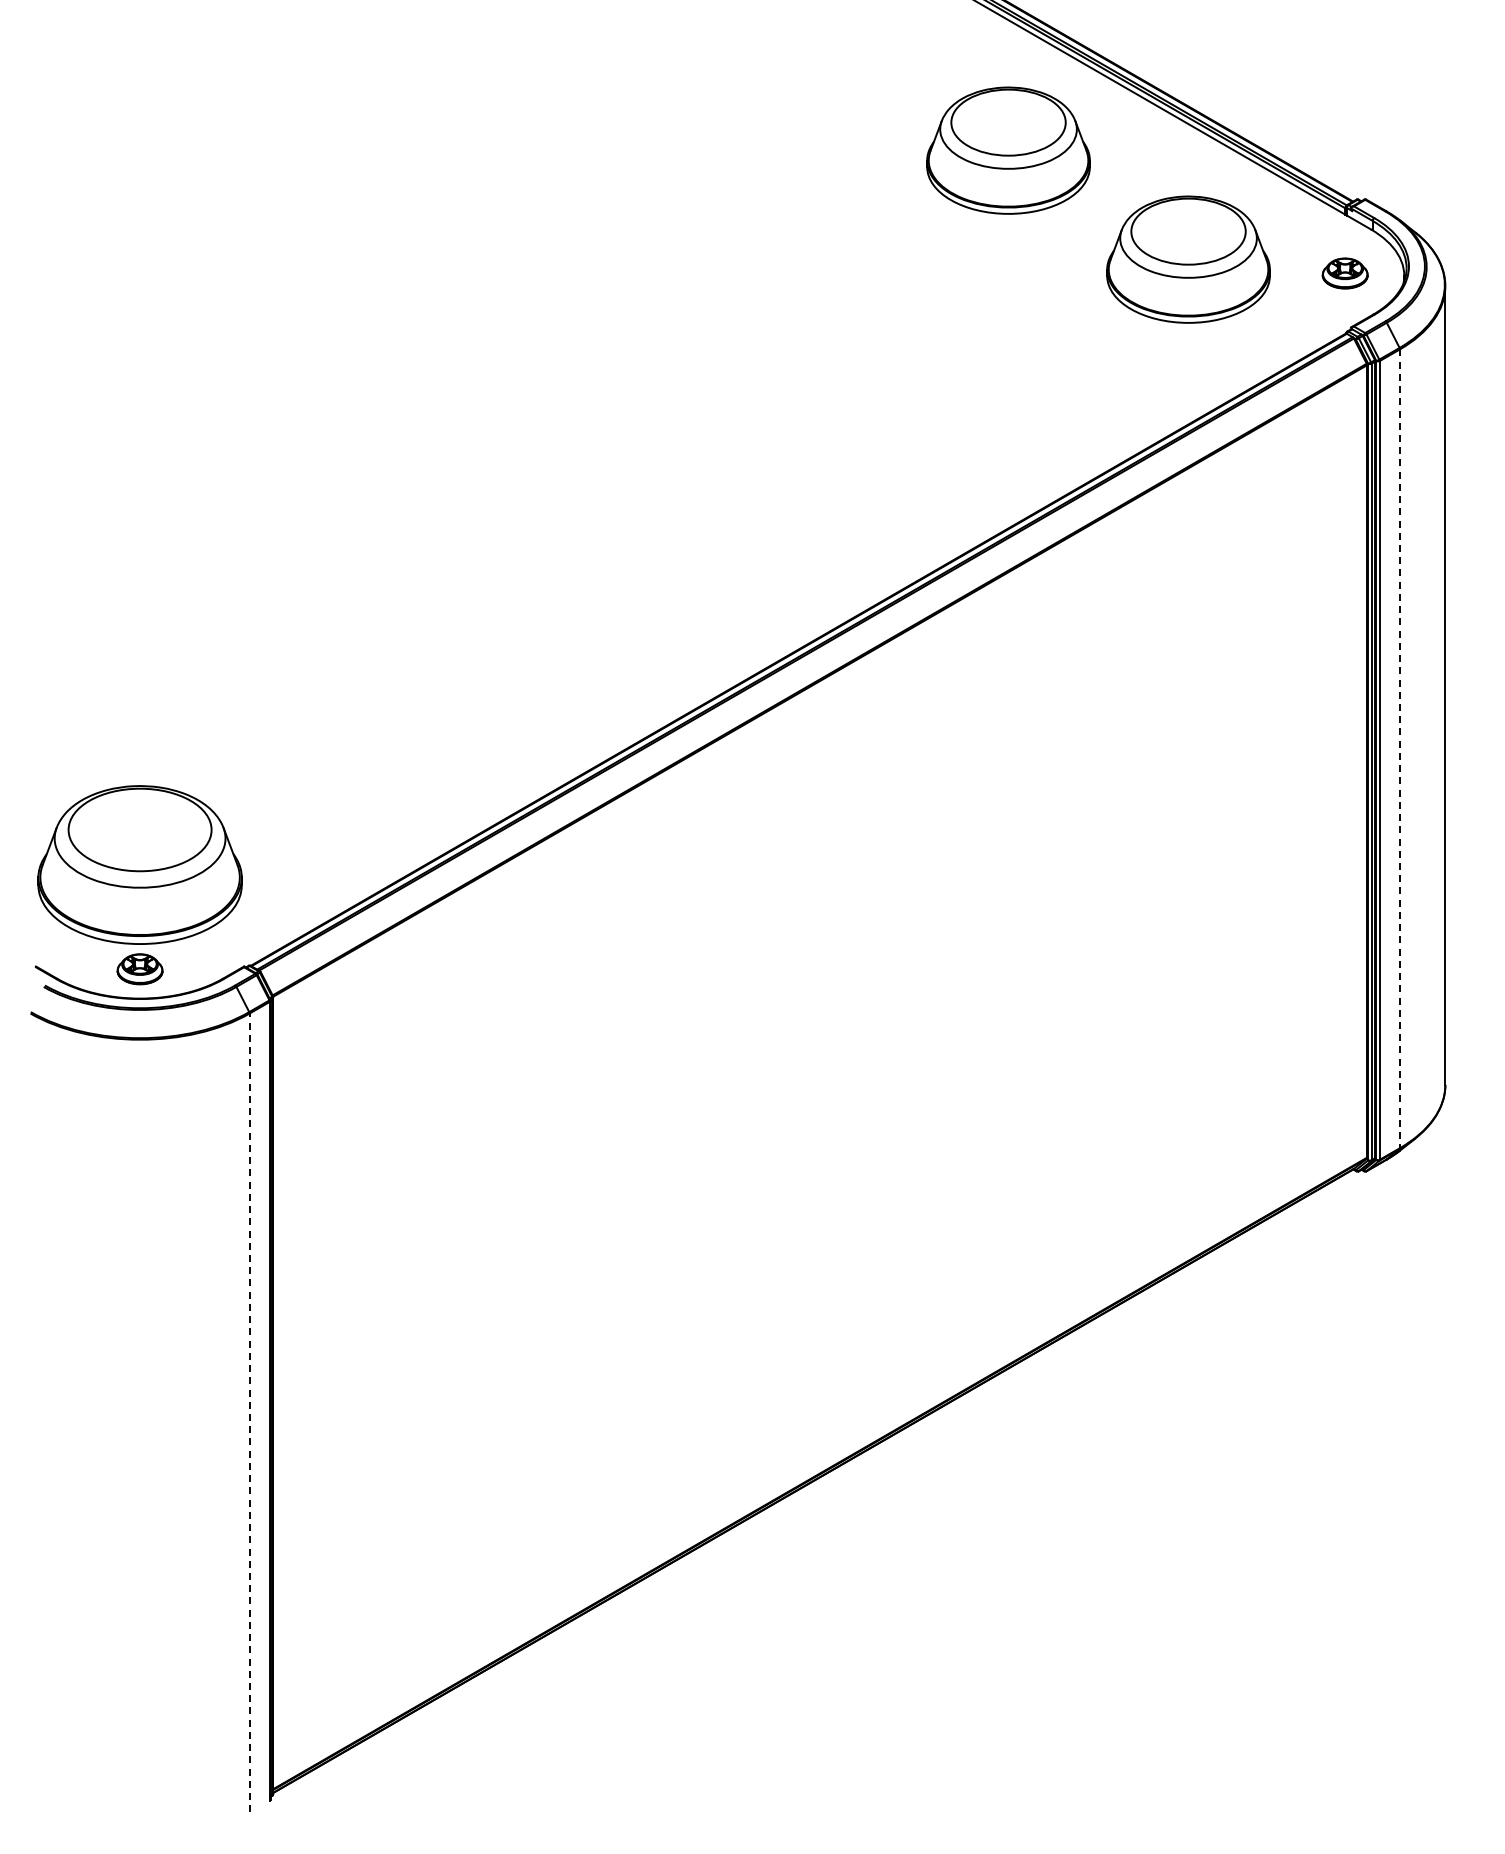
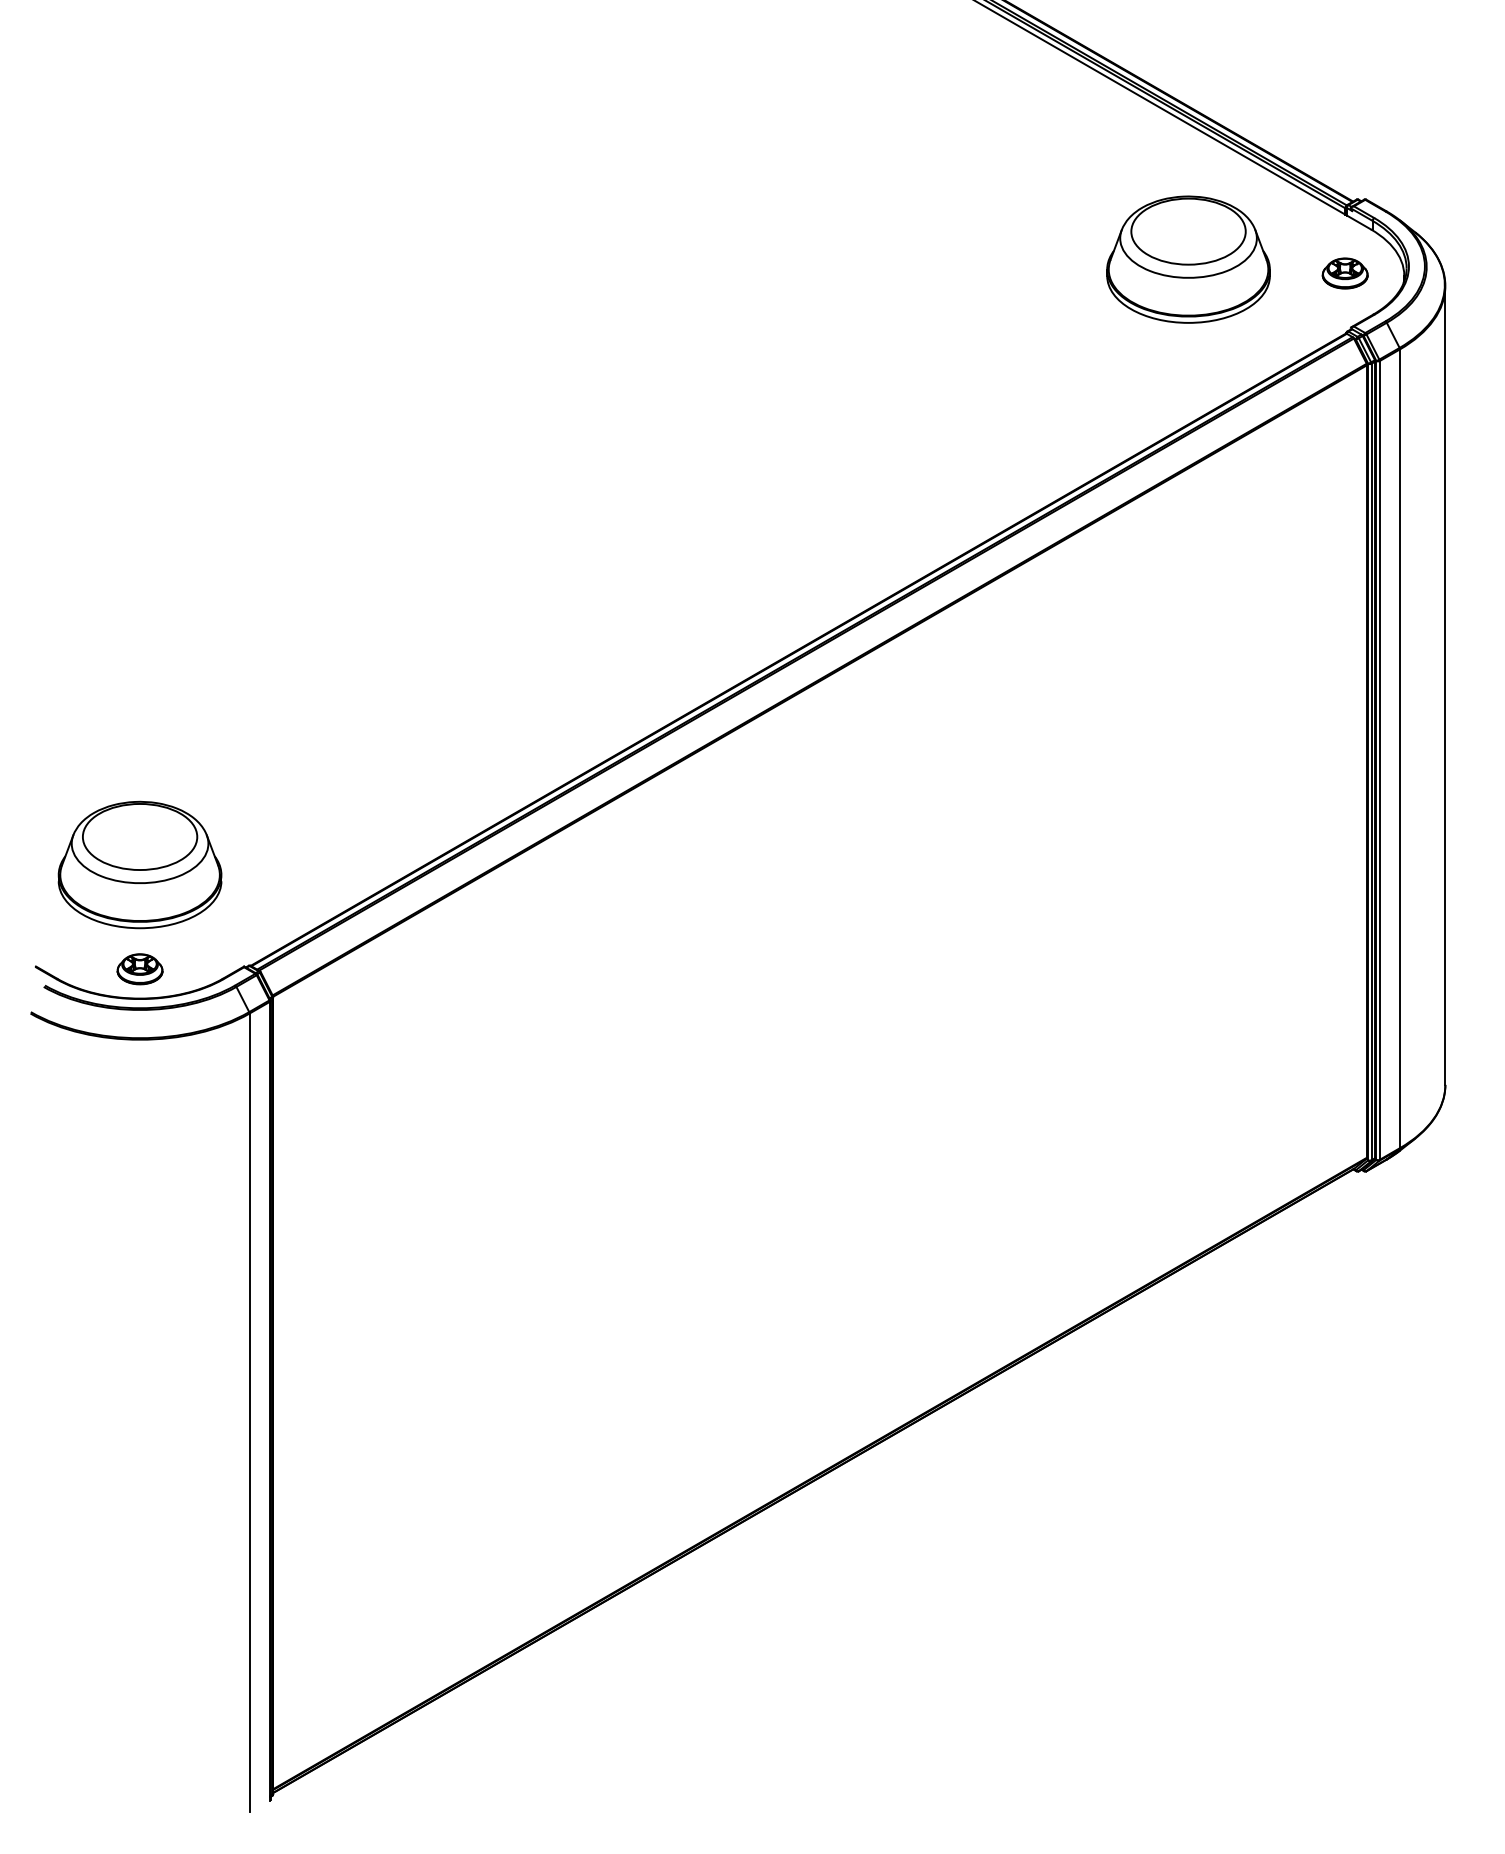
part at (1008, 150): present -> none
line at (1399, 749): dashed -> solid
part at (139, 864) size: 206x160 px -> 166x130 px
line at (249, 1412): dashed -> solid
